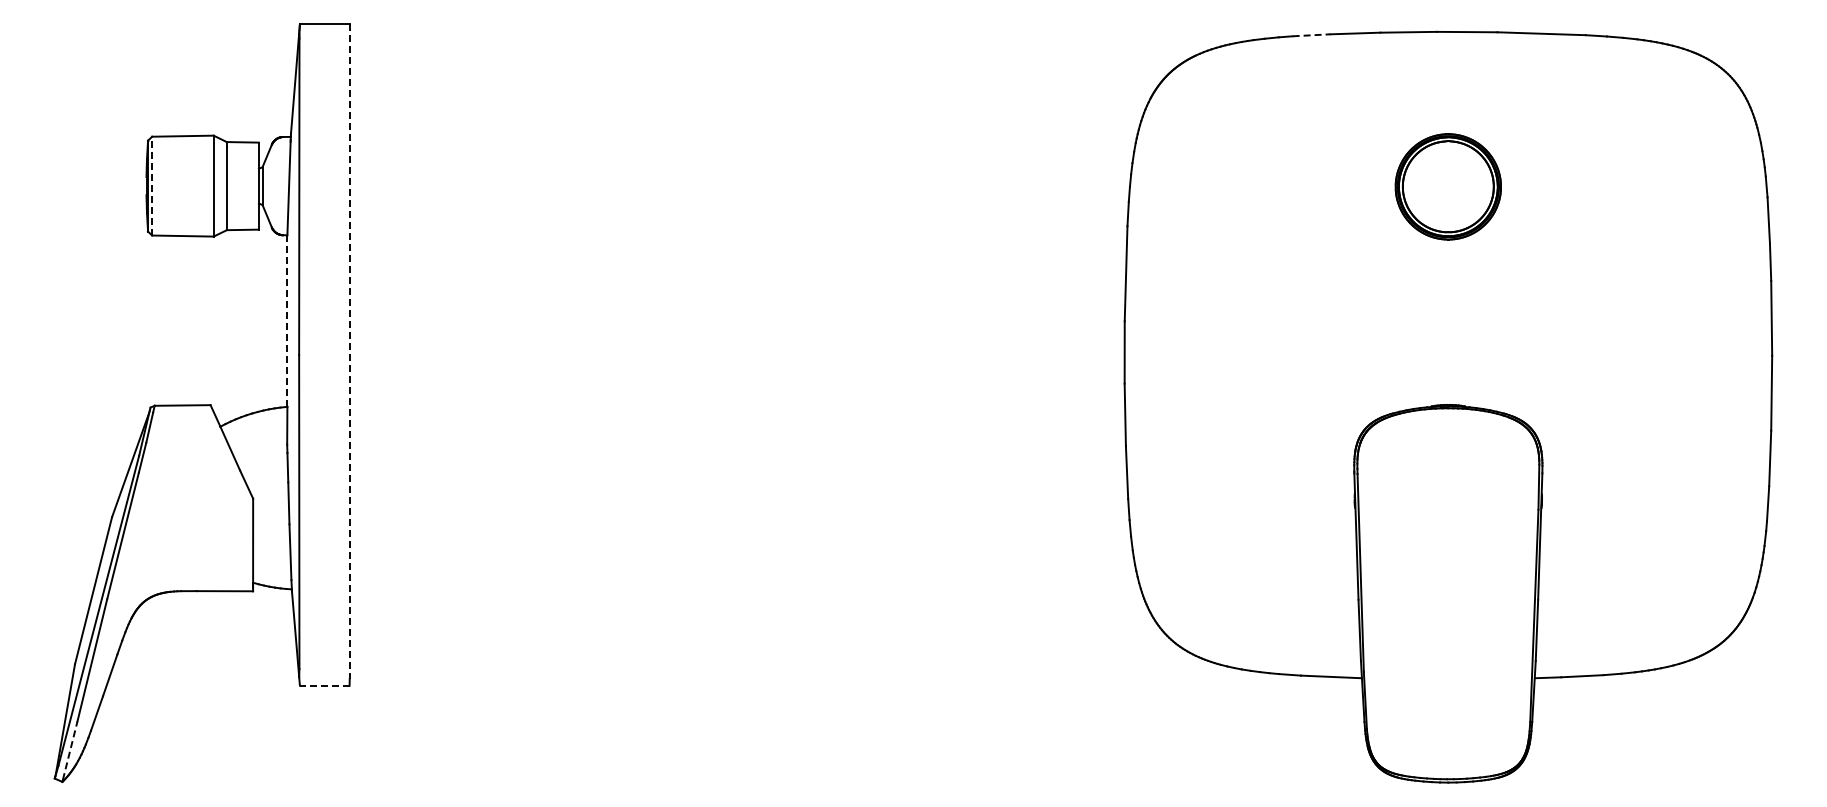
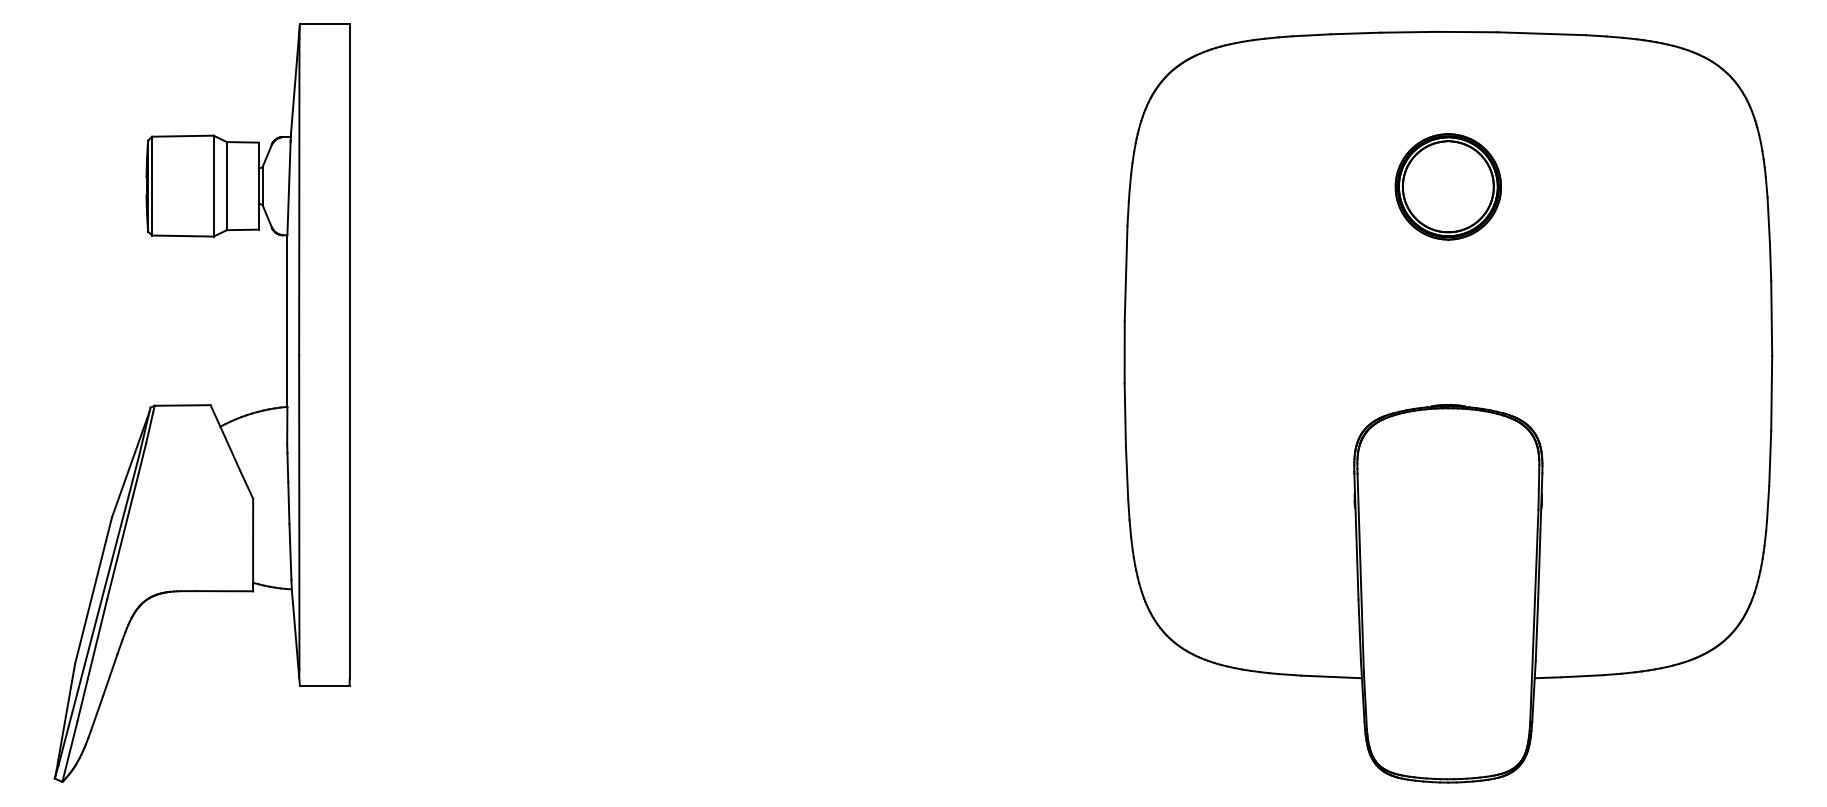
line at (1311, 35): dashed -> solid
line at (152, 185): dashed -> solid
line at (287, 321): dashed -> solid
line at (349, 352): dashed -> solid
line at (324, 685): dashed -> solid
line at (70, 750): dashed -> solid
